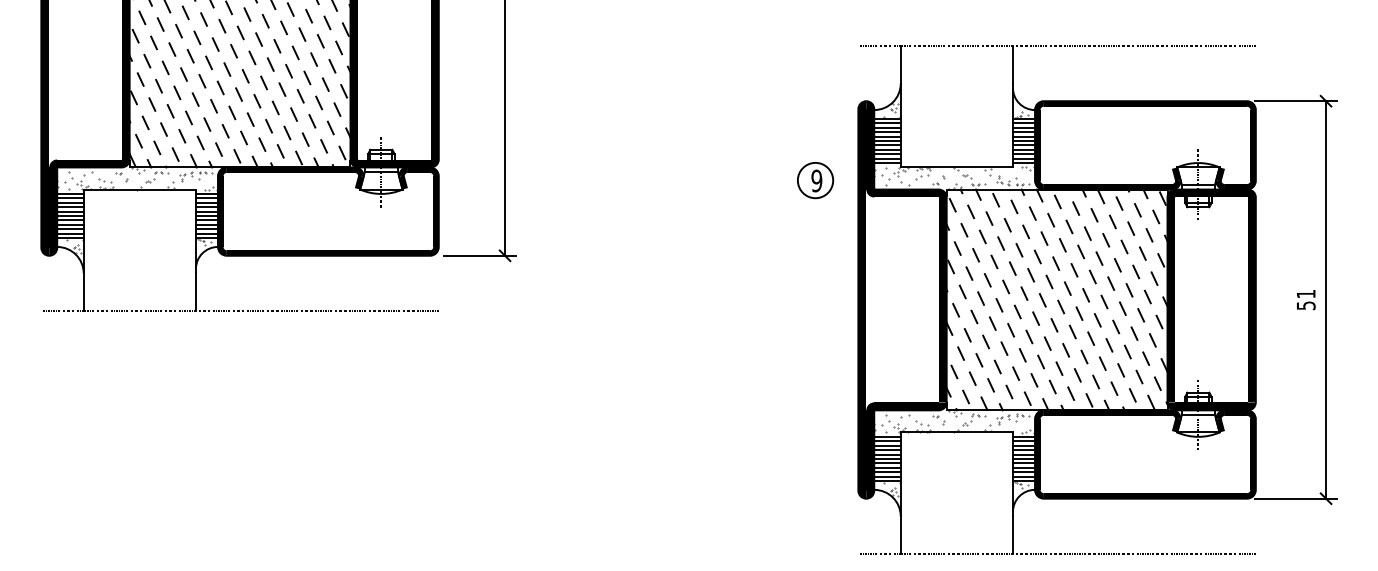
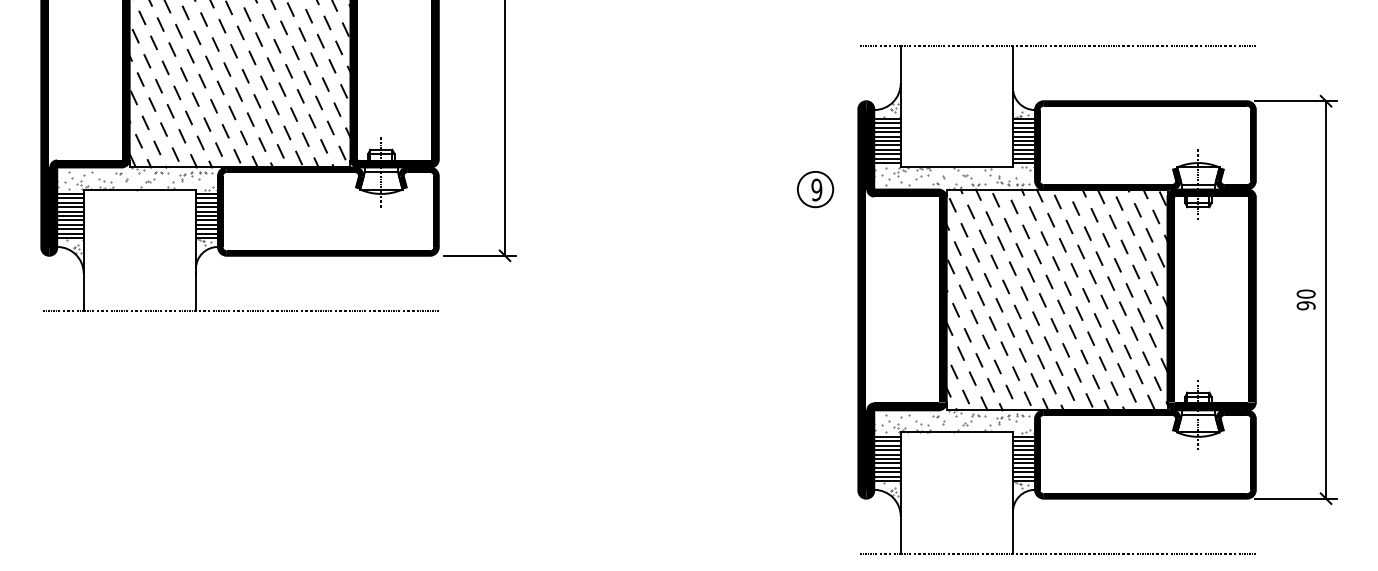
part at (815, 180) position: (815, 180) -> (815, 189)
text at (1305, 299): 51 -> 90
